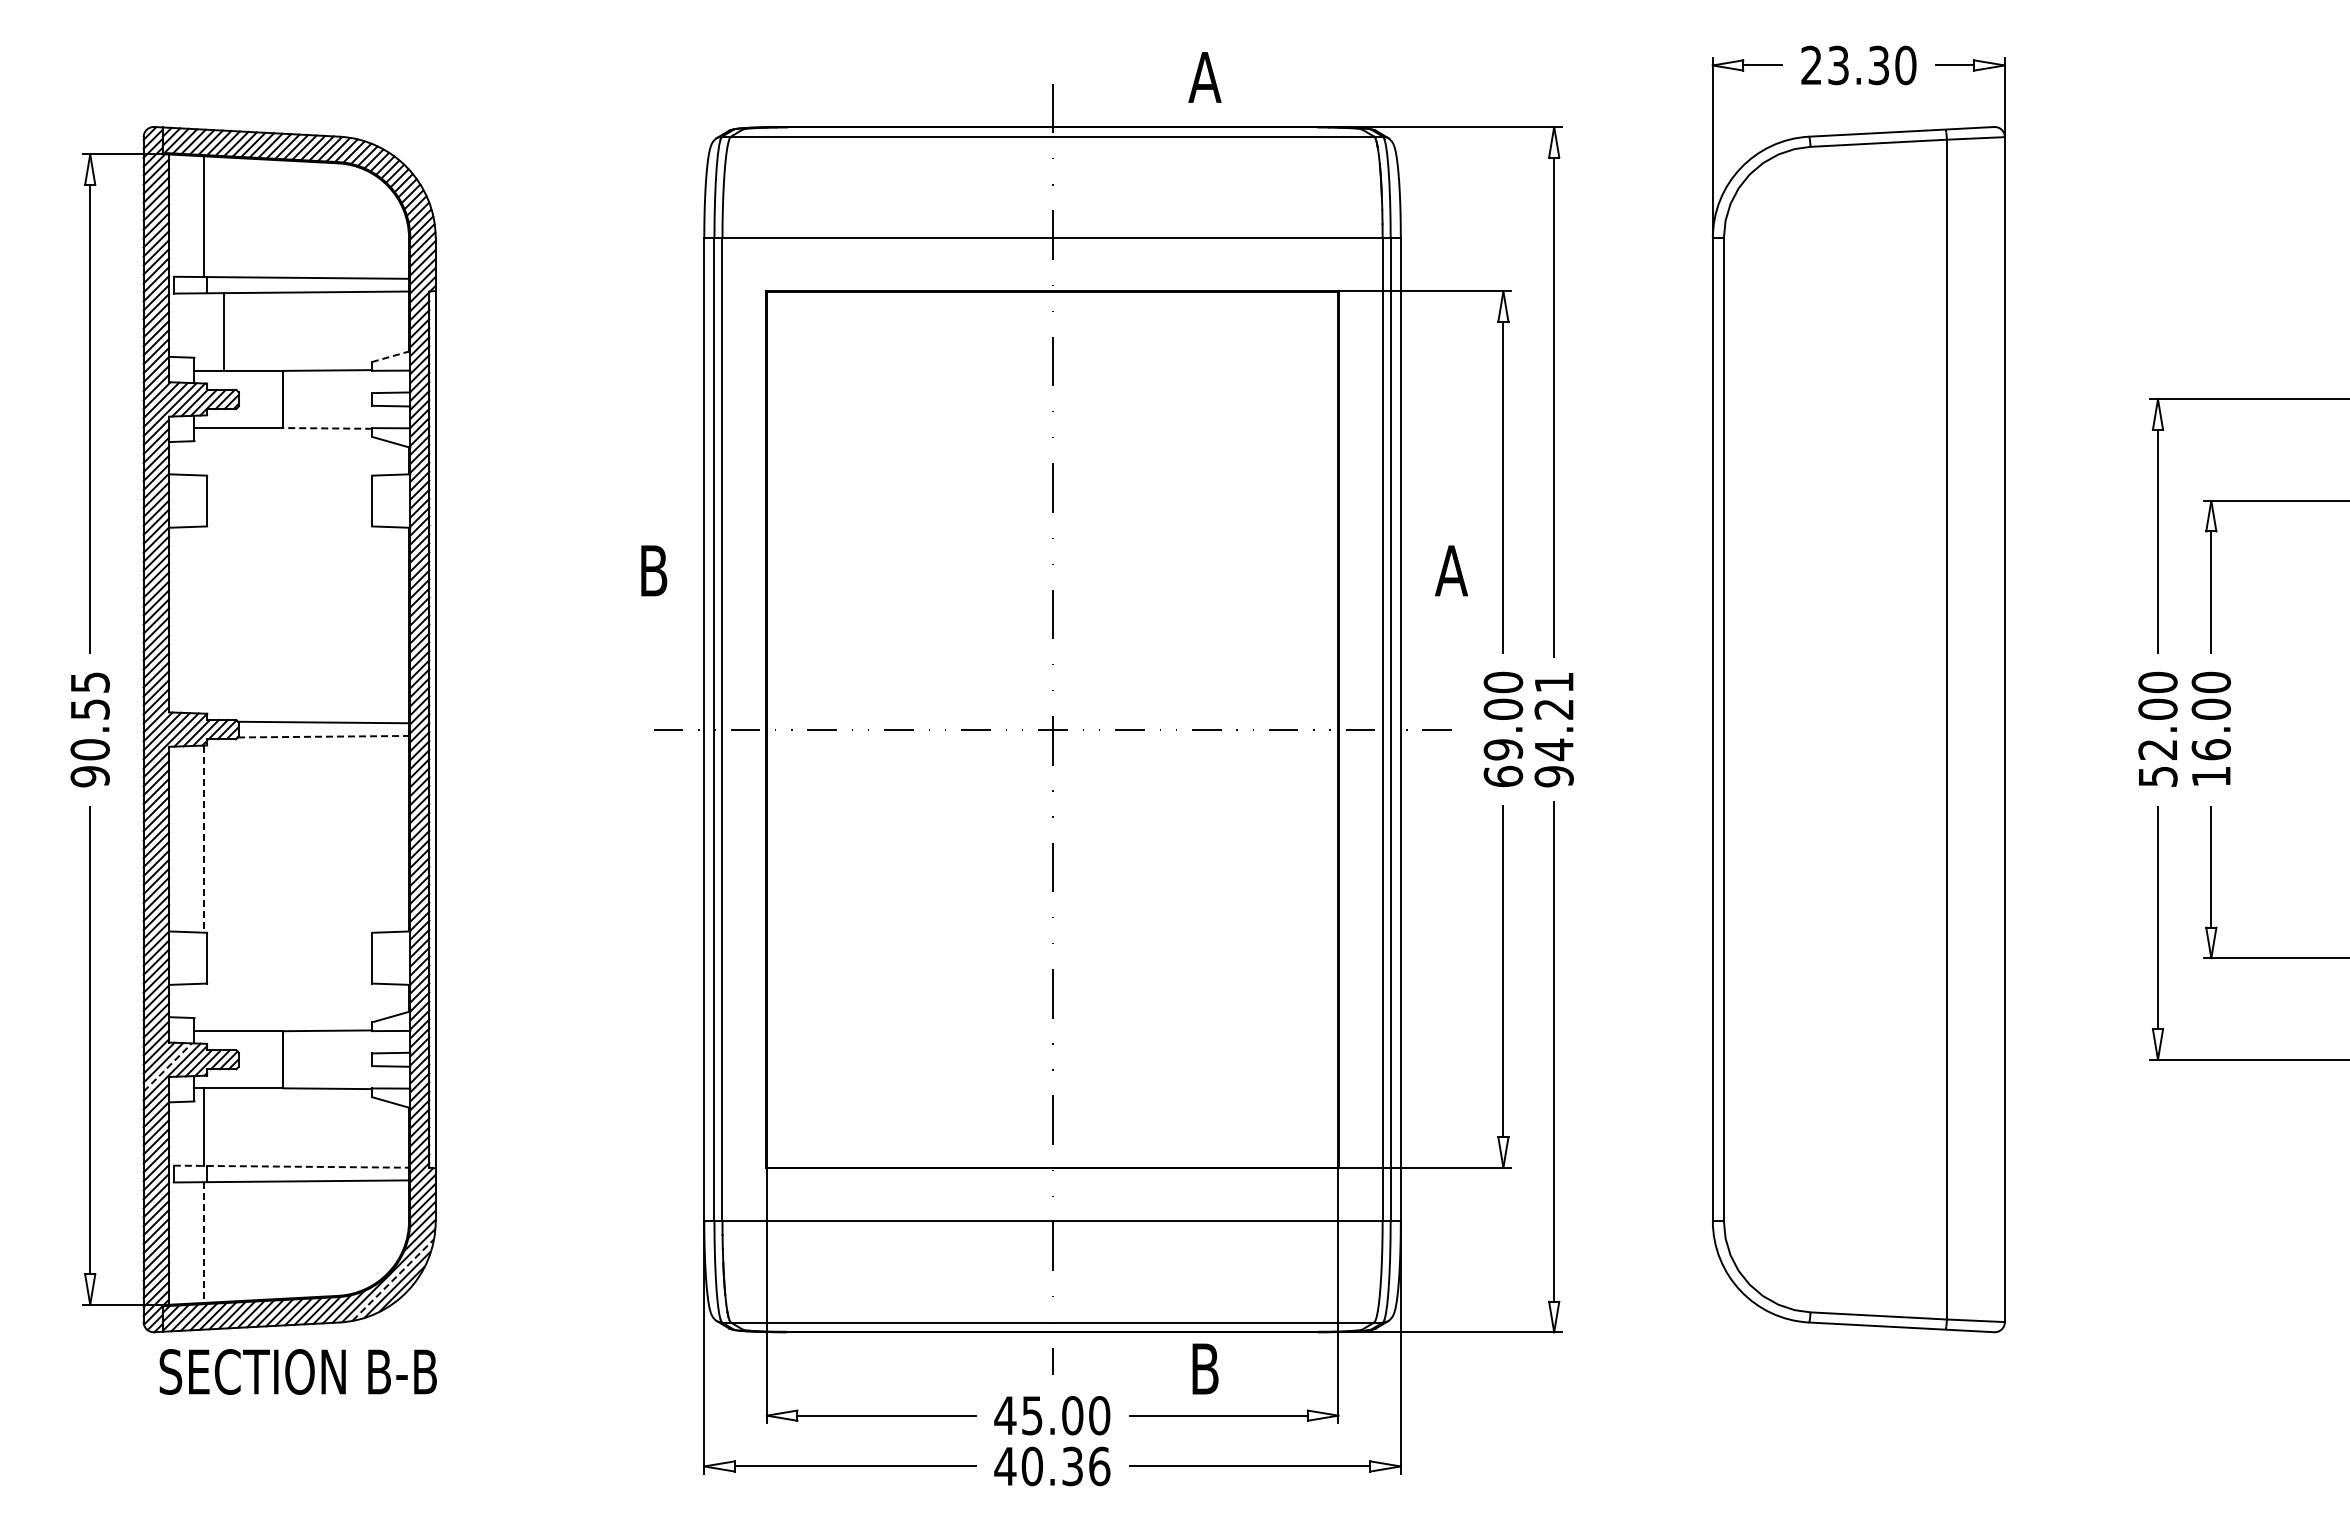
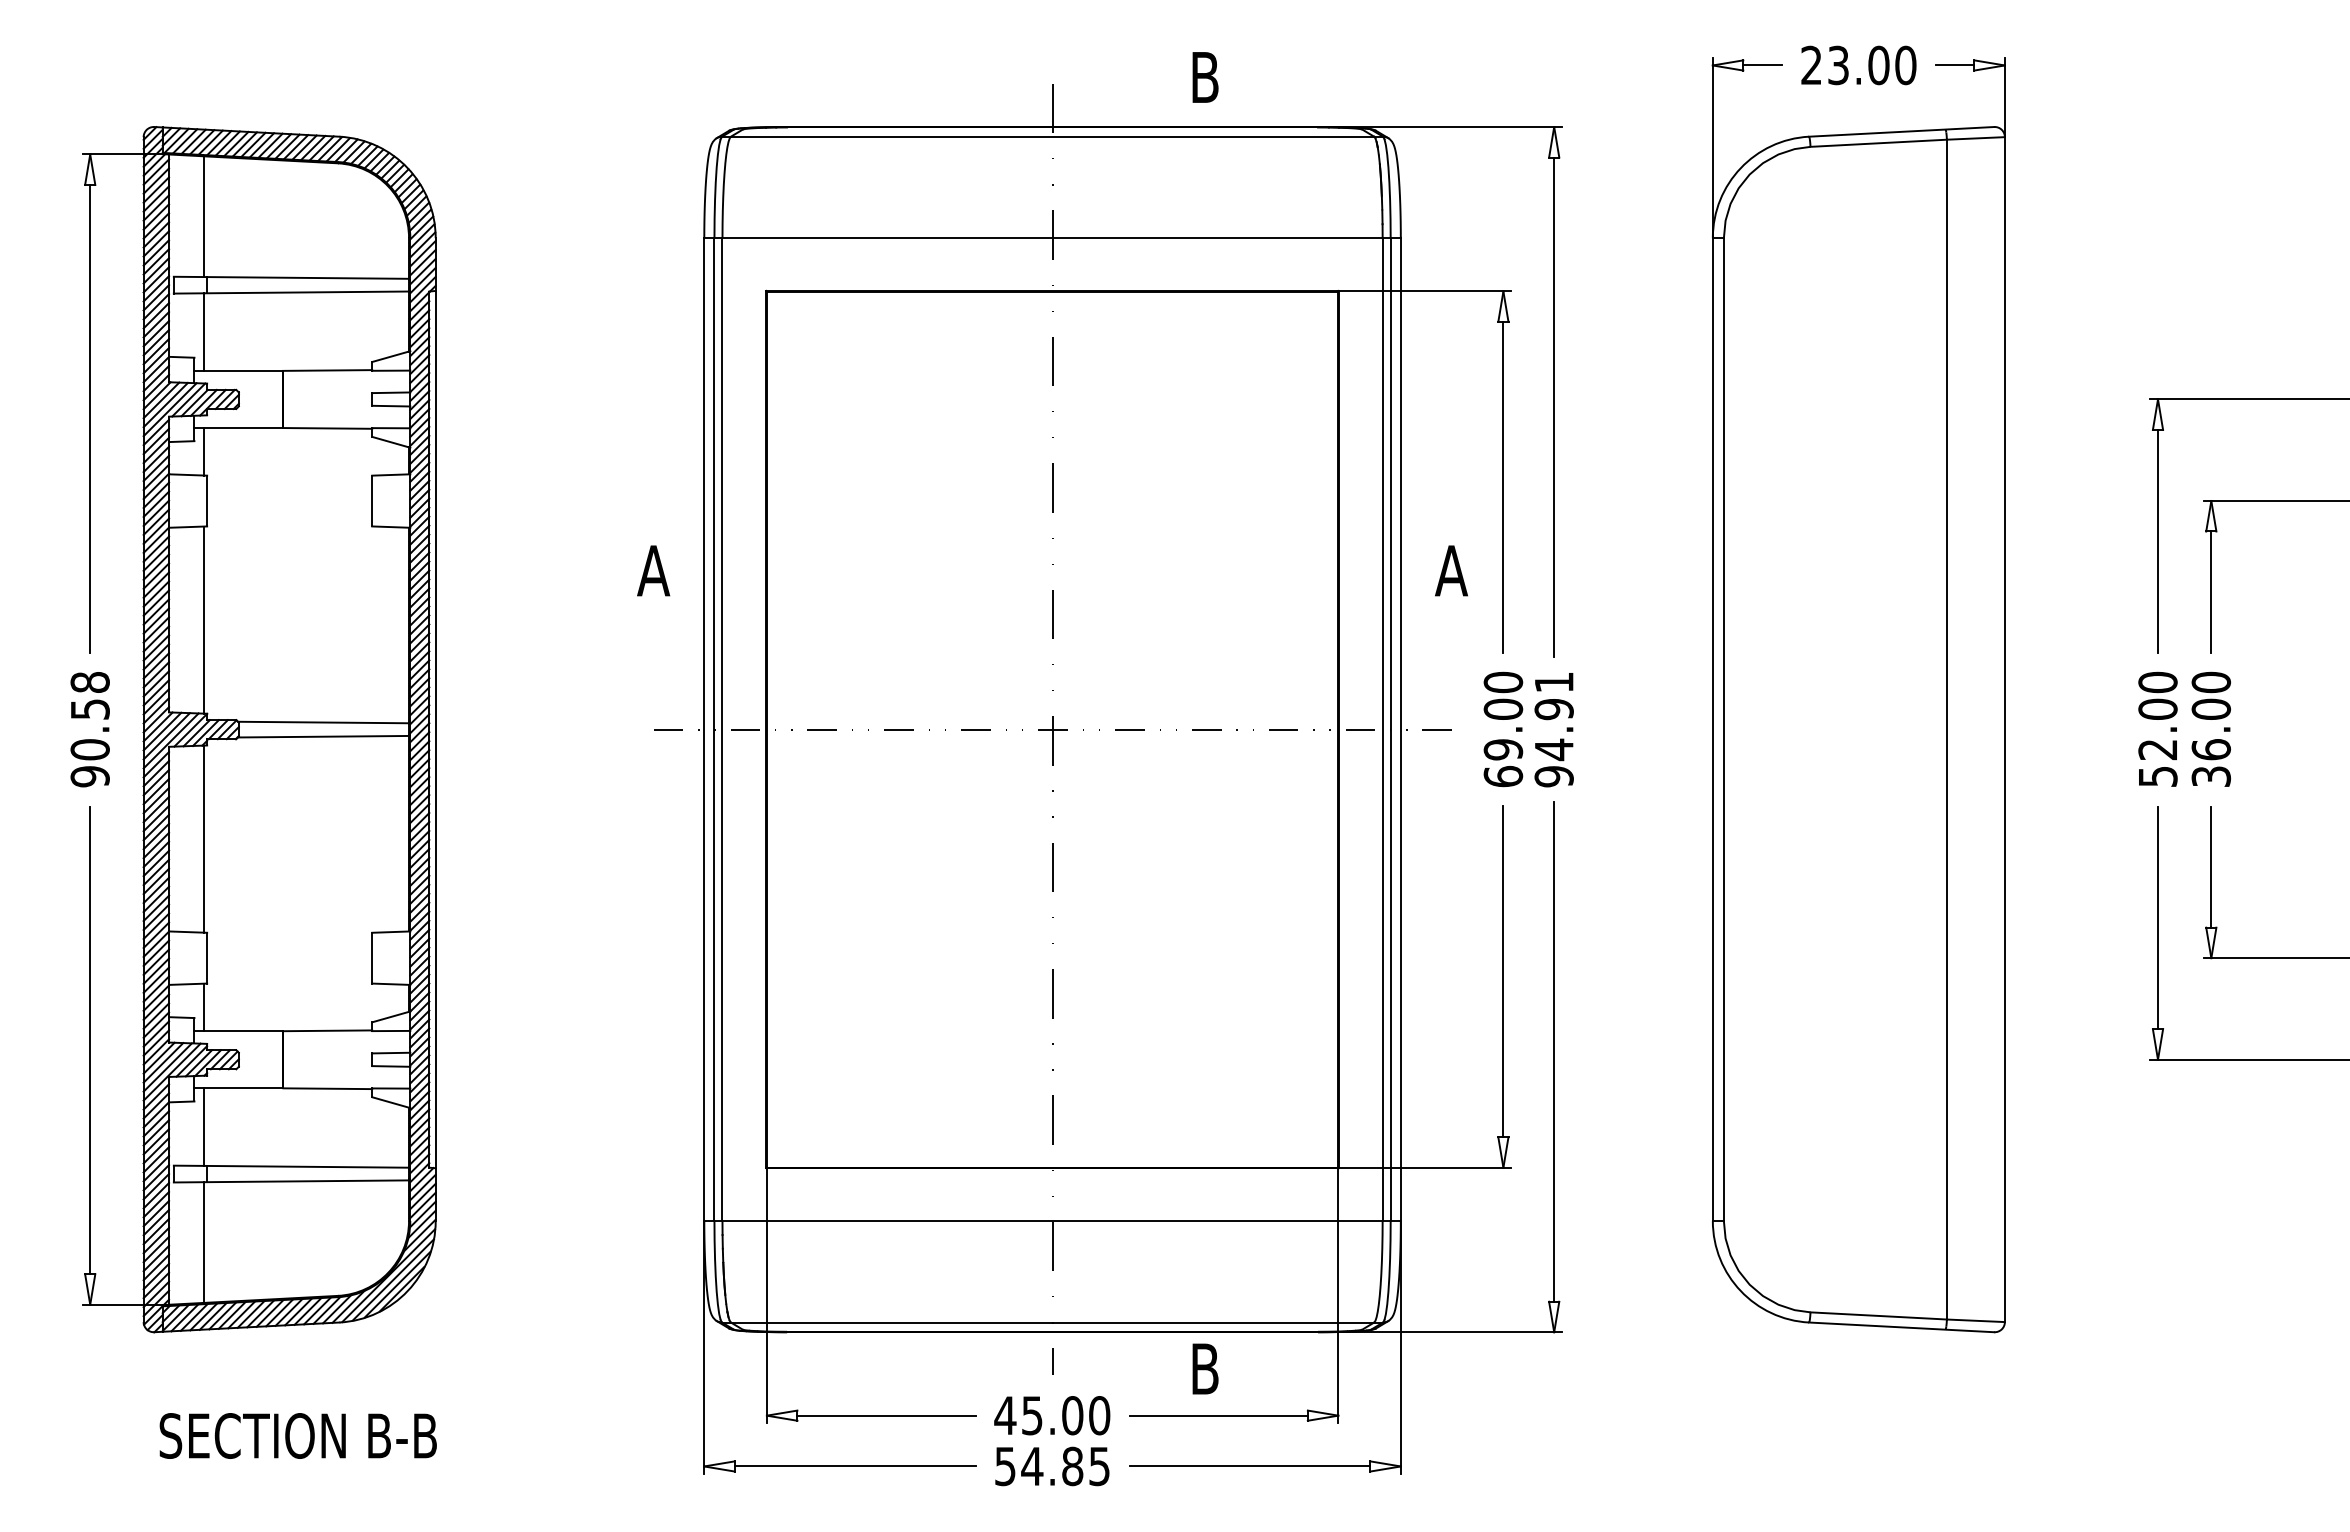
text at (1878, 65): 23.30 -> 23.00
text at (1204, 77): A -> B
line at (223, 331) position: (223, 331) -> (203, 331)
line at (391, 356): dashed -> solid
line at (327, 428): dashed -> solid
line at (203, 451): none -> present
text at (653, 570): B -> A
line at (203, 619): none -> present
text at (89, 682): 90.55 -> 90.58
text at (1553, 709): 94.21 -> 94.91
line at (323, 736): dashed -> solid
text at (2211, 776): 16.00 -> 36.00
line at (203, 839): dashed -> solid
line at (203, 1007): none -> present
line at (168, 1067): dashed -> solid
line at (291, 1166): dashed -> solid
line at (203, 1243): dashed -> solid
line at (393, 1279): dashed -> solid
text at (297, 1371) position: (297, 1371) -> (297, 1435)
text at (1052, 1466): 40.36 -> 54.85
